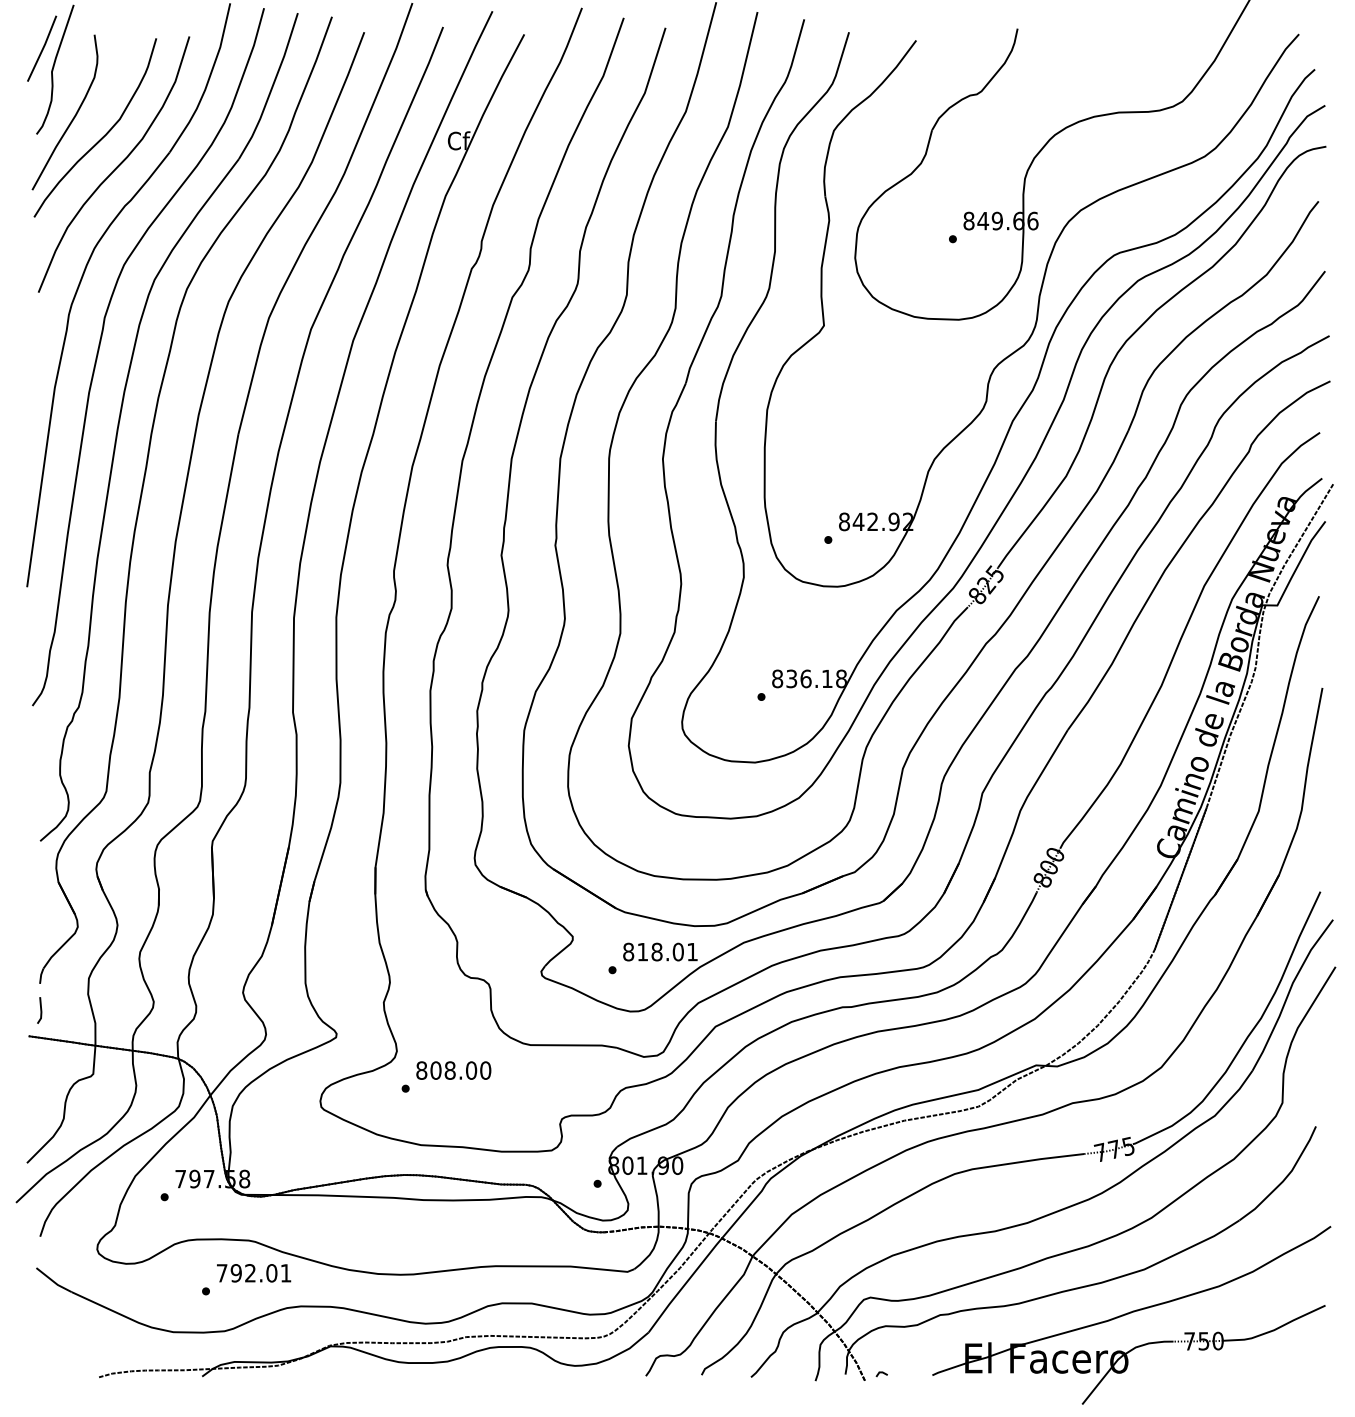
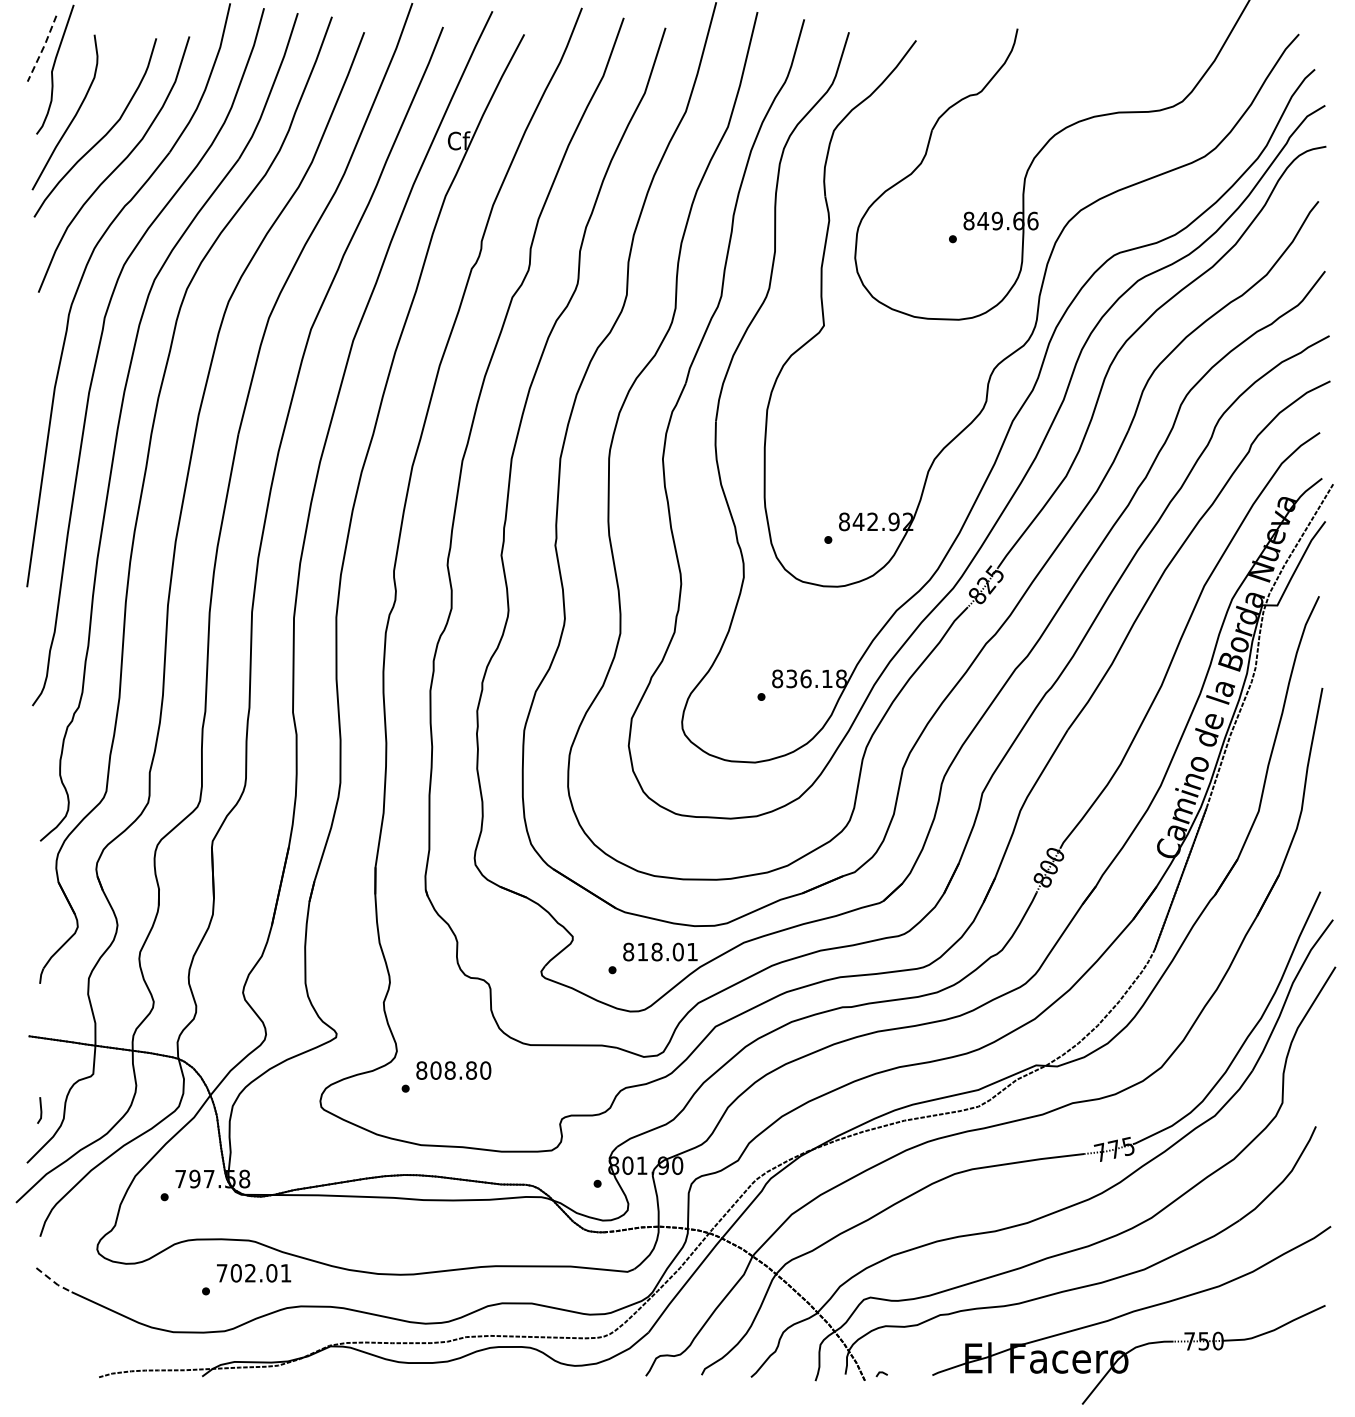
line at (43, 48): solid -> dashed
line at (40, 1010) position: (40, 1010) -> (40, 1110)
text at (471, 1070): 808.00 -> 808.80
text at (235, 1273): 792.01 -> 702.01
line at (54, 1281): solid -> dashed
